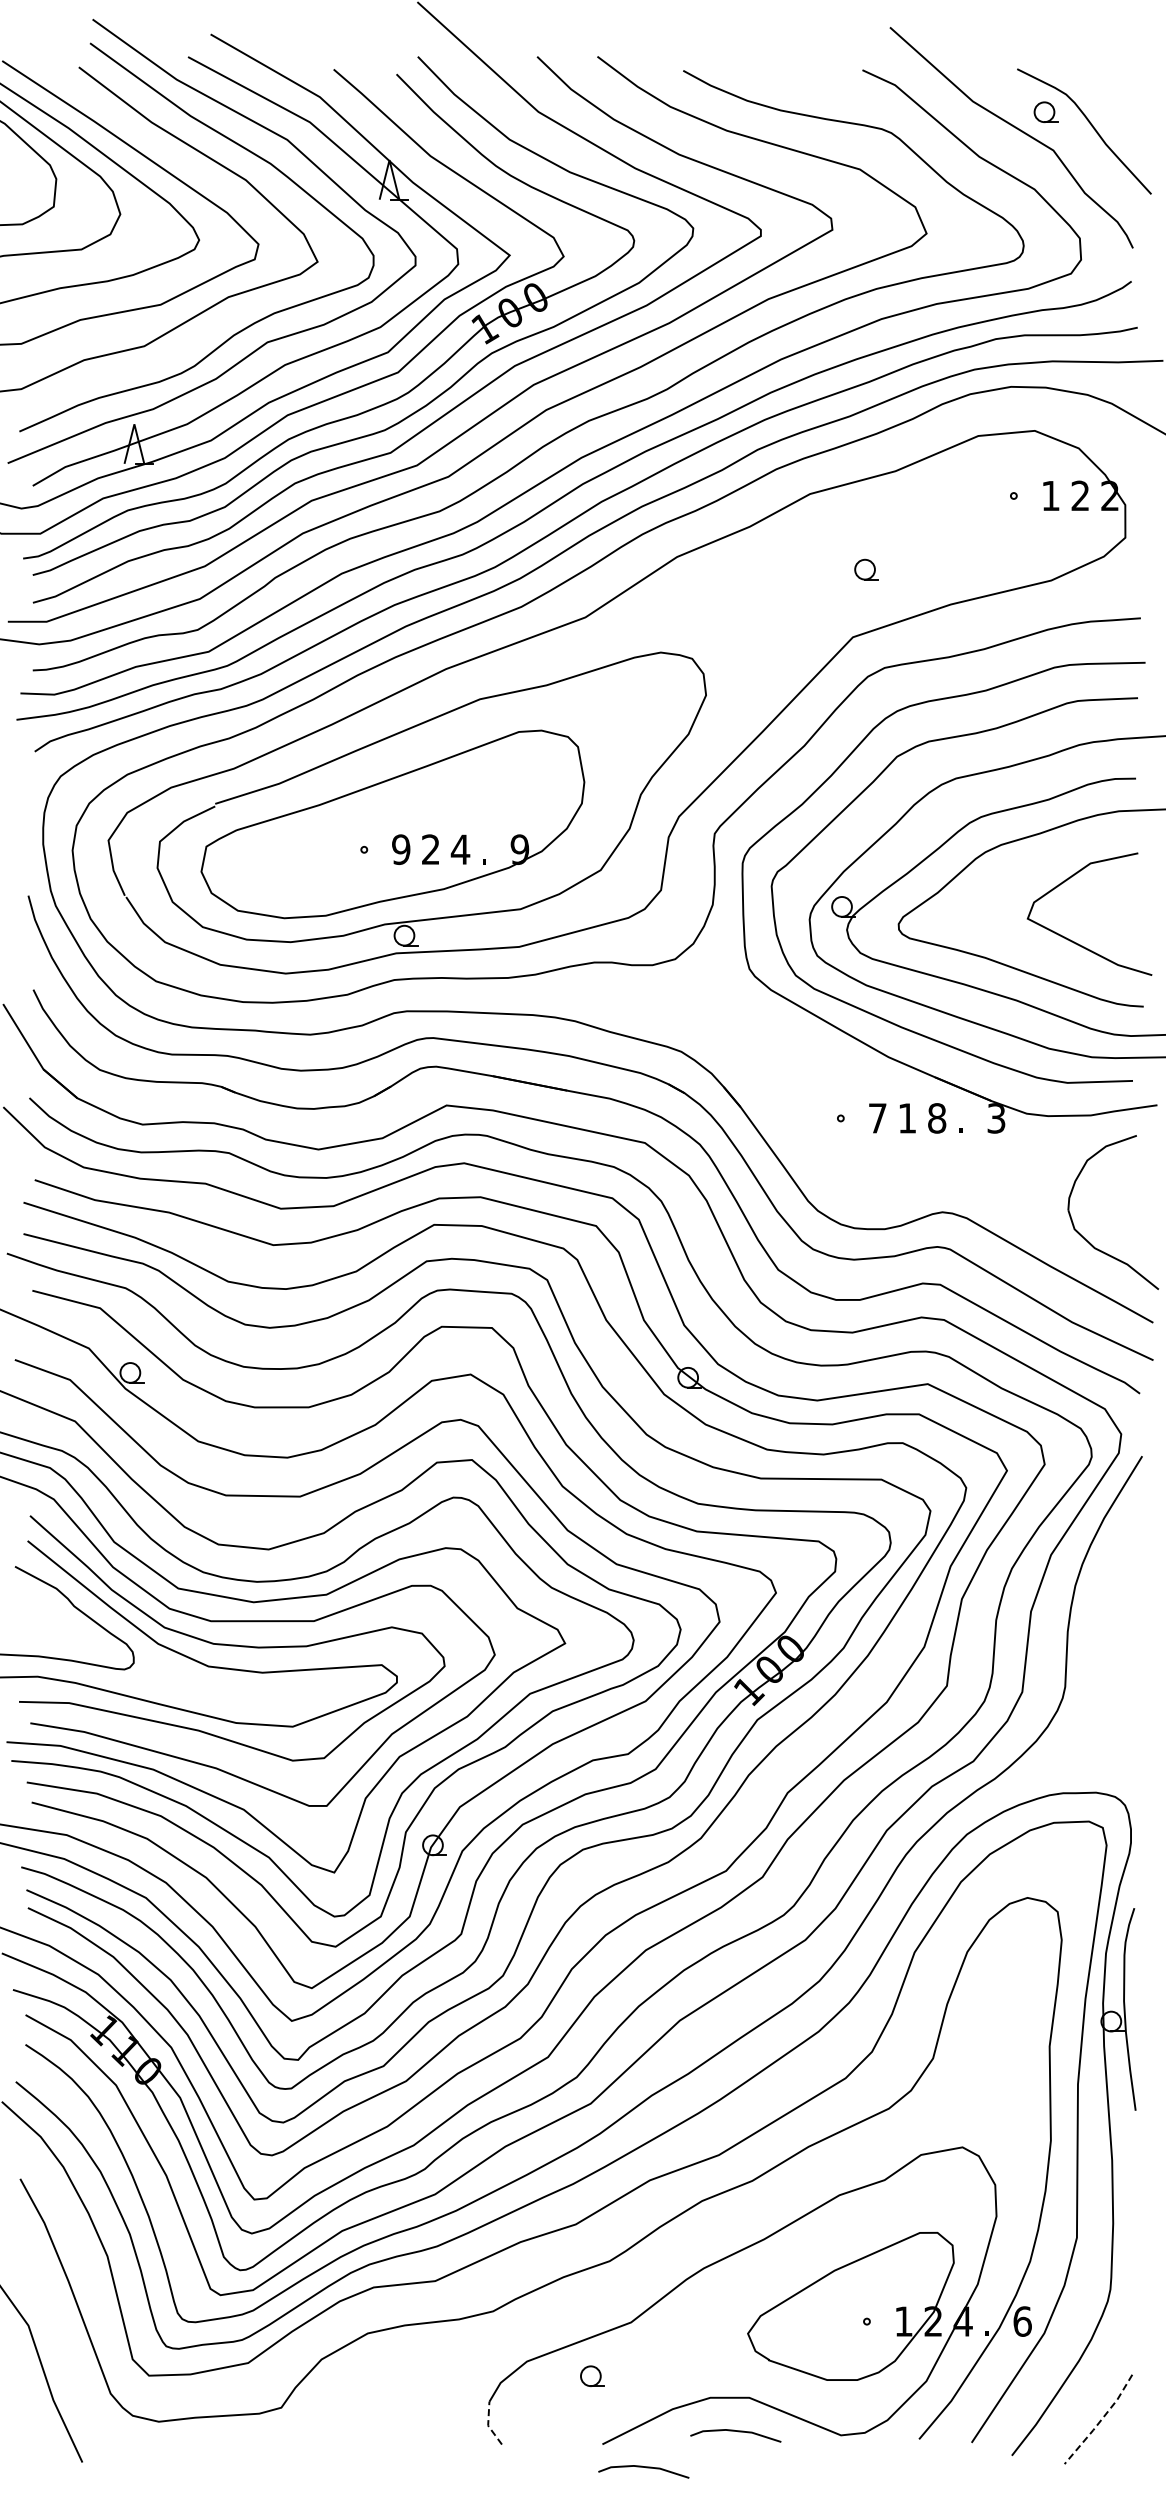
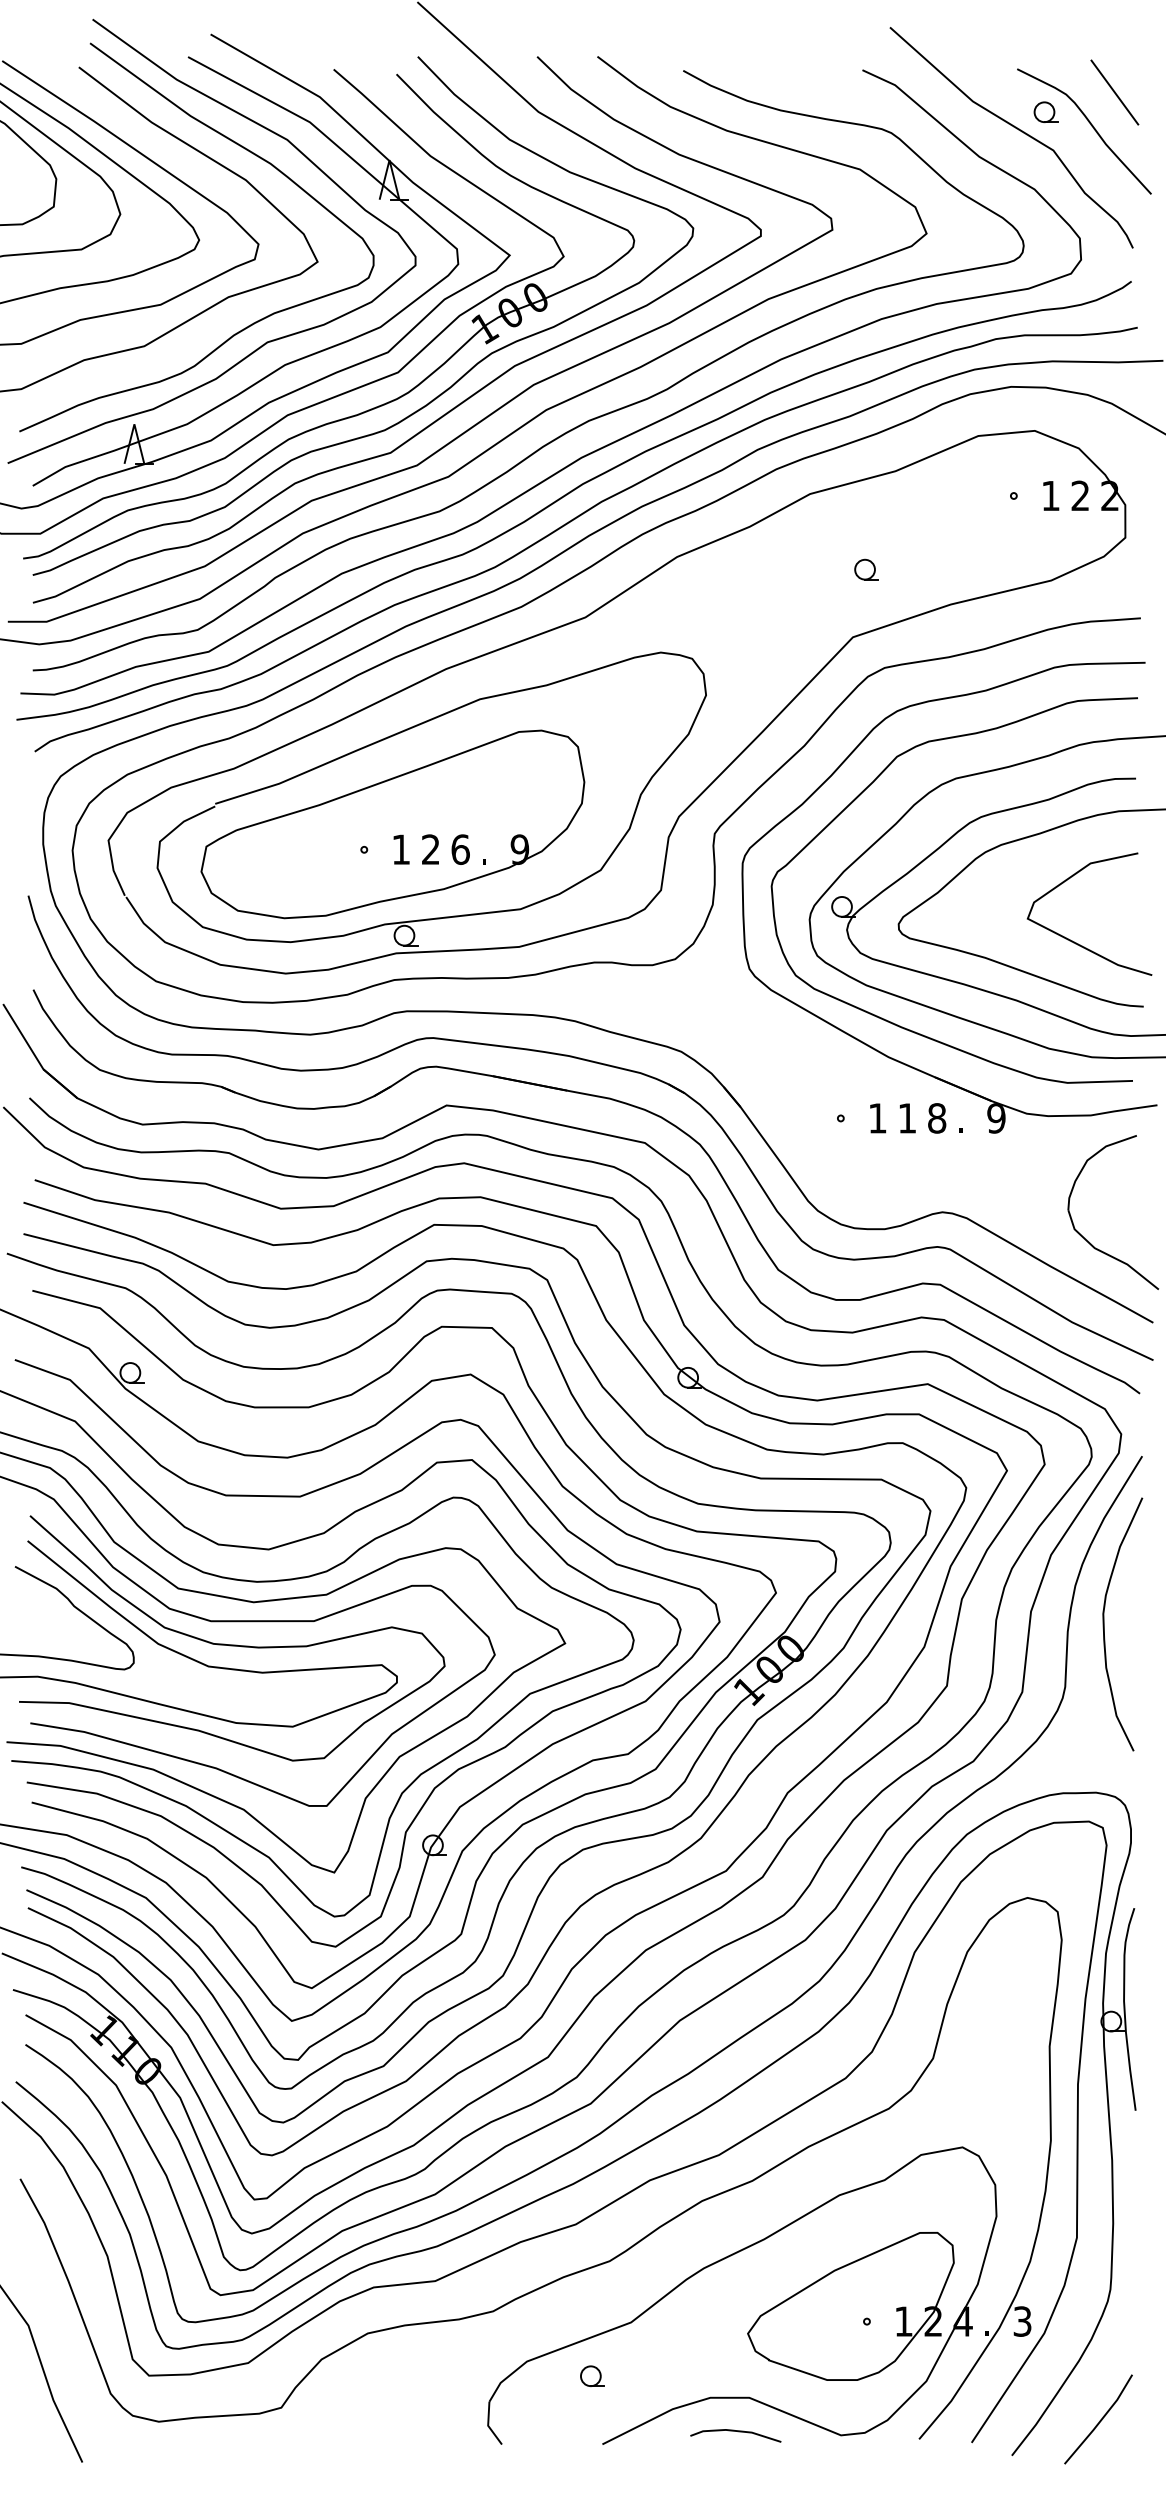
line at (1114, 92): none -> present
text at (401, 849): 9 -> 1
text at (460, 849): 4 -> 6
text at (877, 1118): 7 -> 1
text at (996, 1118): 3 -> 9
curve at (1104, 1624): none -> present
text at (1022, 2321): 6 -> 3
line at (1100, 2420): dashed -> solid
line at (488, 2425): dashed -> solid
line at (643, 2467): present -> none
